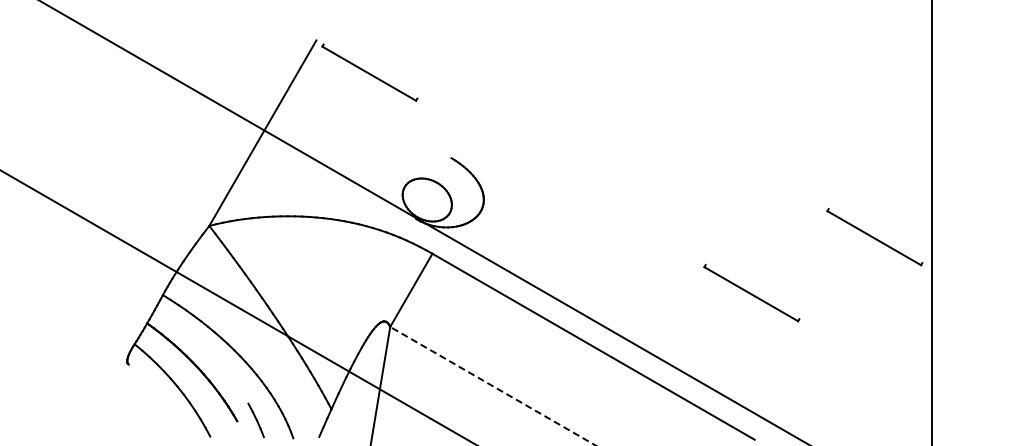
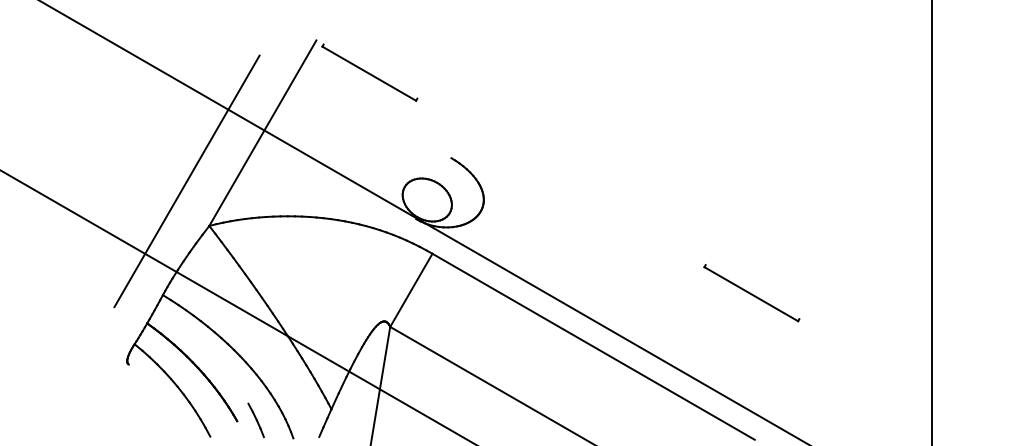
line at (186, 181): none -> present
part at (874, 237): present -> none
line at (493, 386): dashed -> solid
